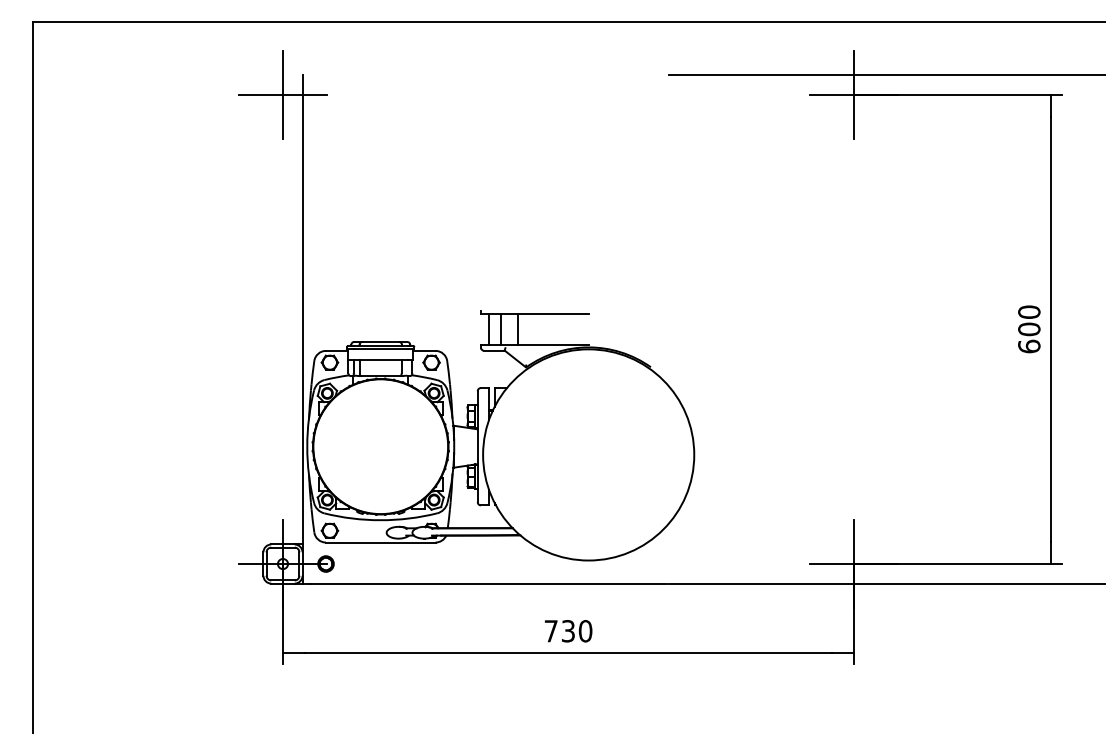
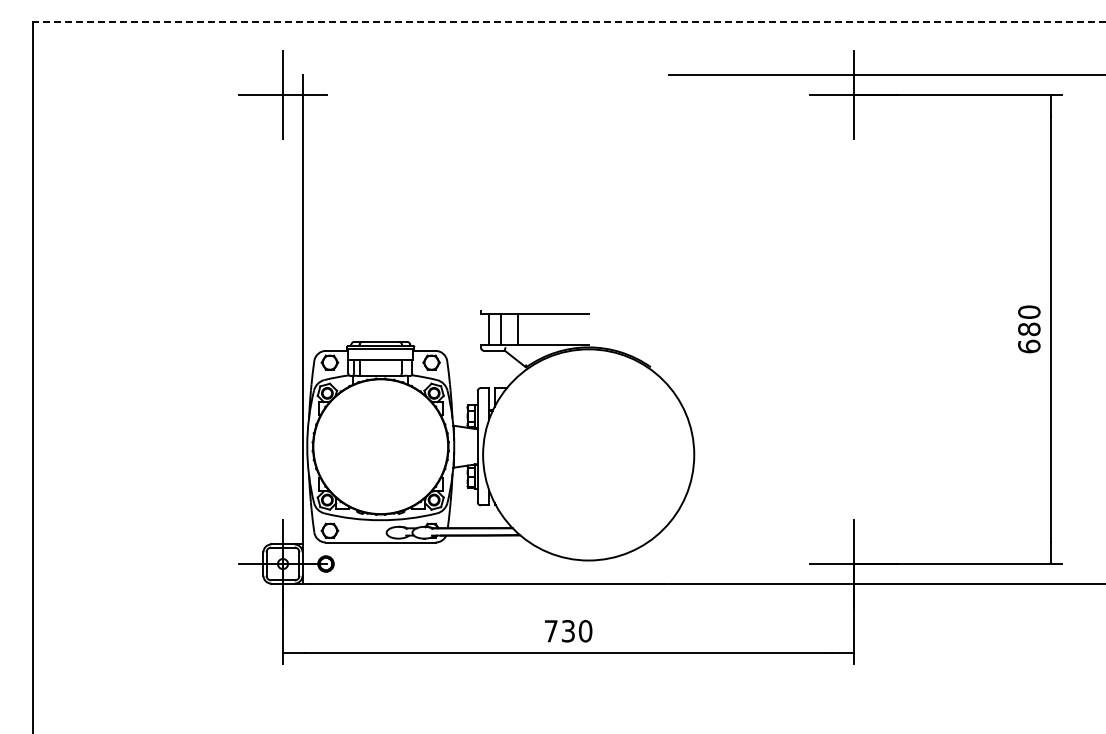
line at (569, 22): solid -> dashed
text at (1029, 329): 600 -> 680
